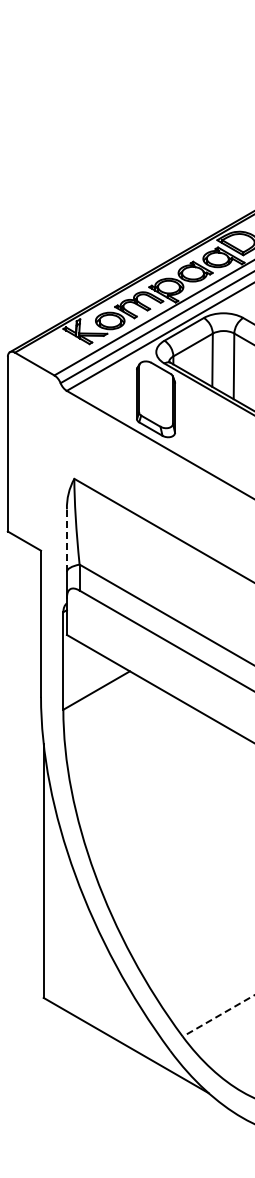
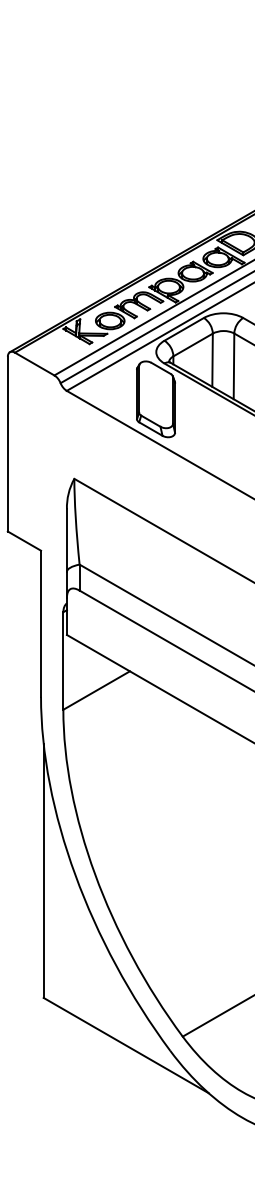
line at (66, 540): dashed -> solid
line at (218, 1016): dashed -> solid
